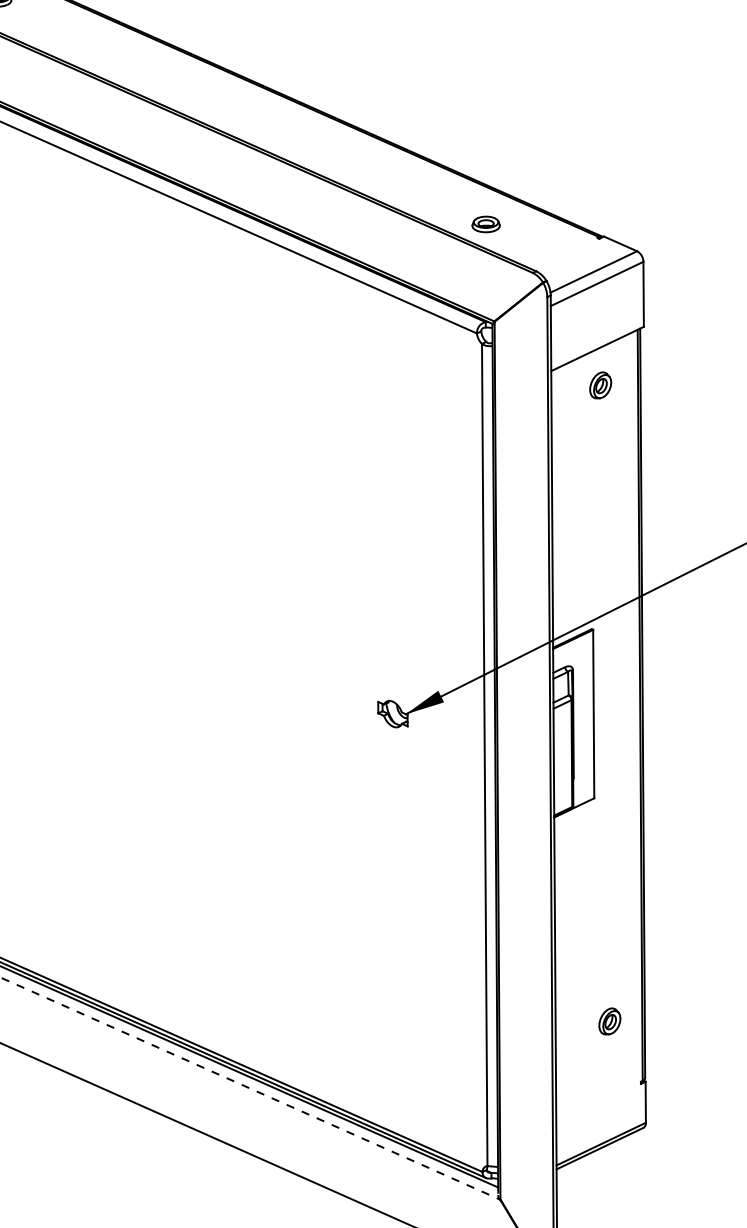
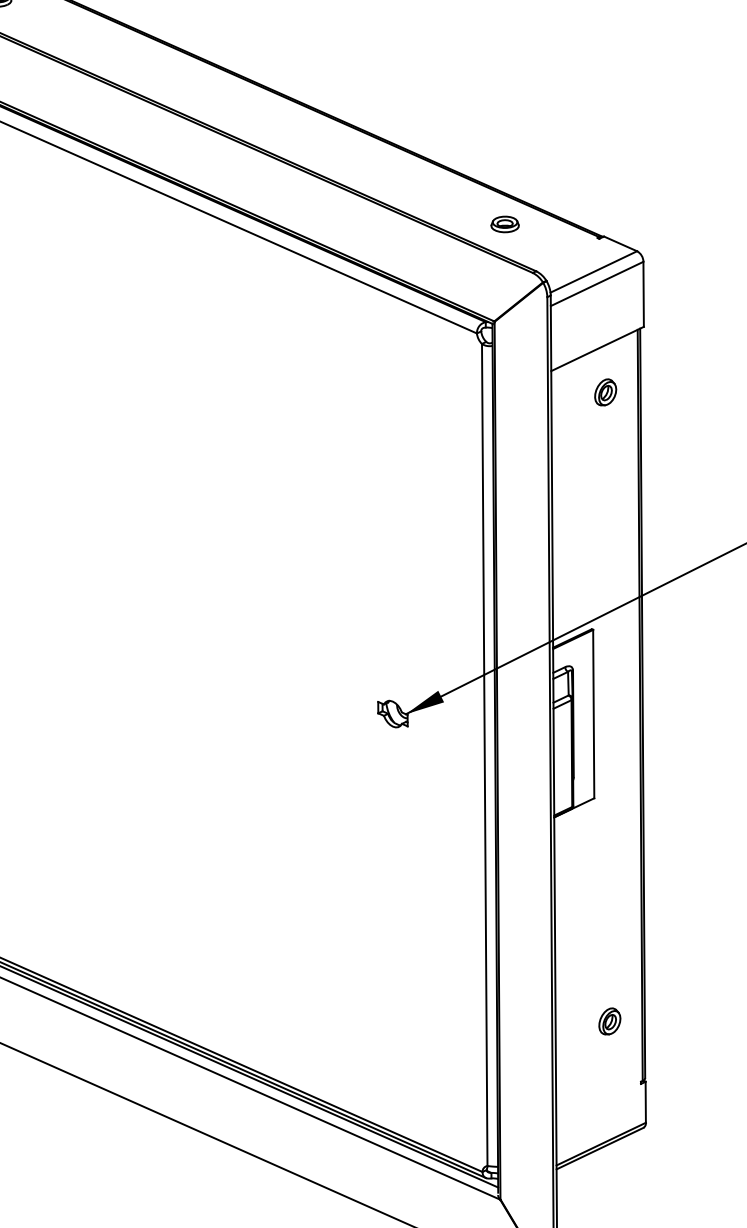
part at (485, 224) position: (485, 224) -> (504, 224)
part at (600, 385) position: (600, 385) -> (605, 392)
line at (250, 1088): dashed -> solid
